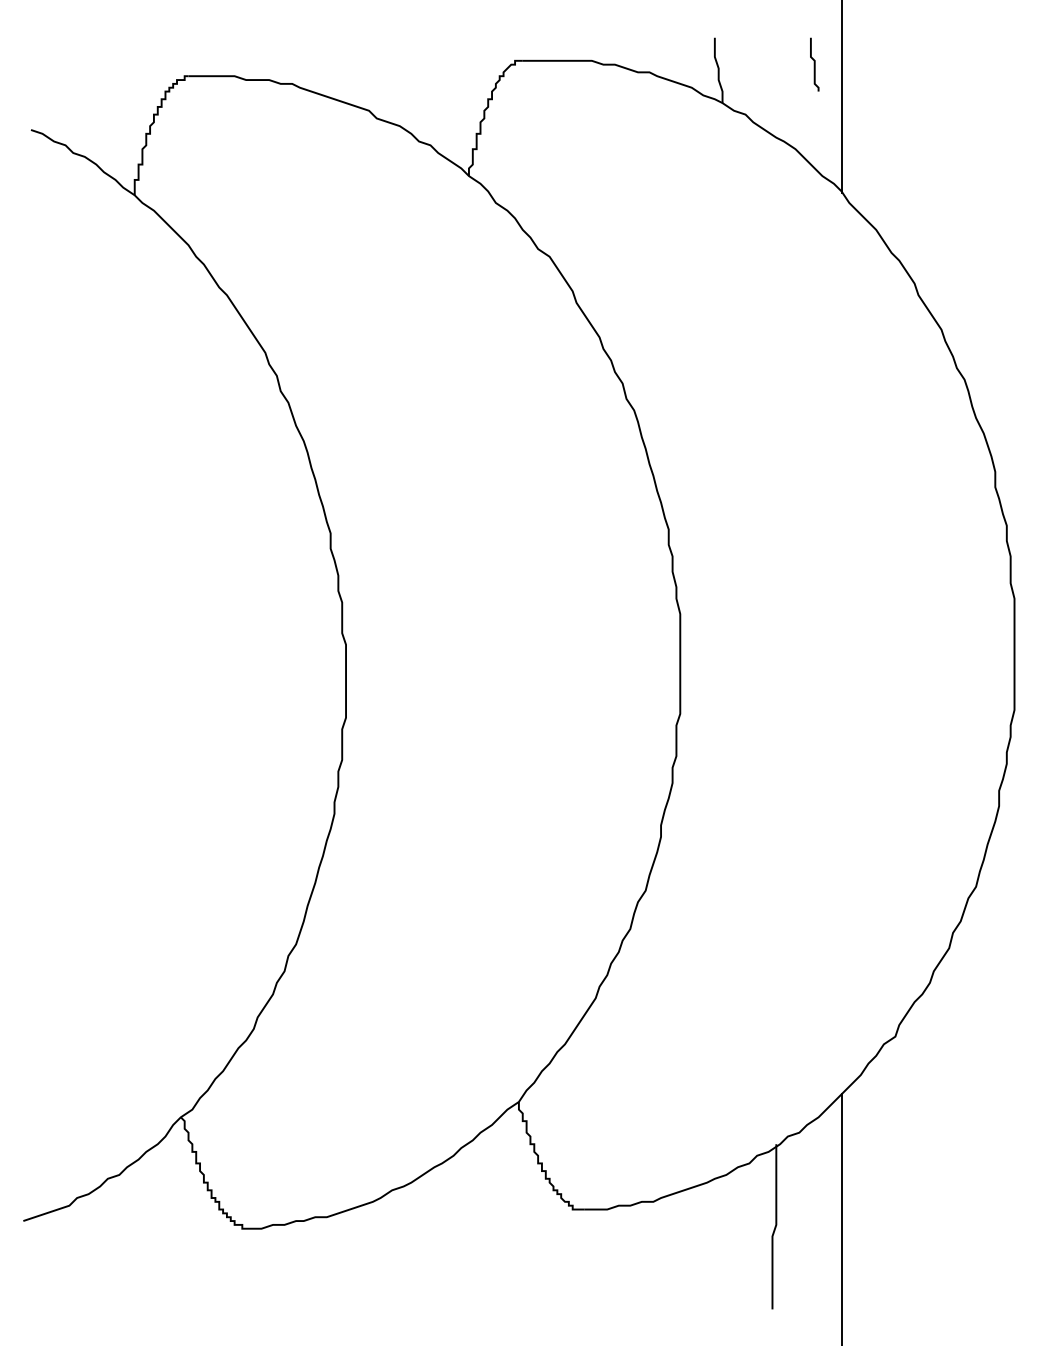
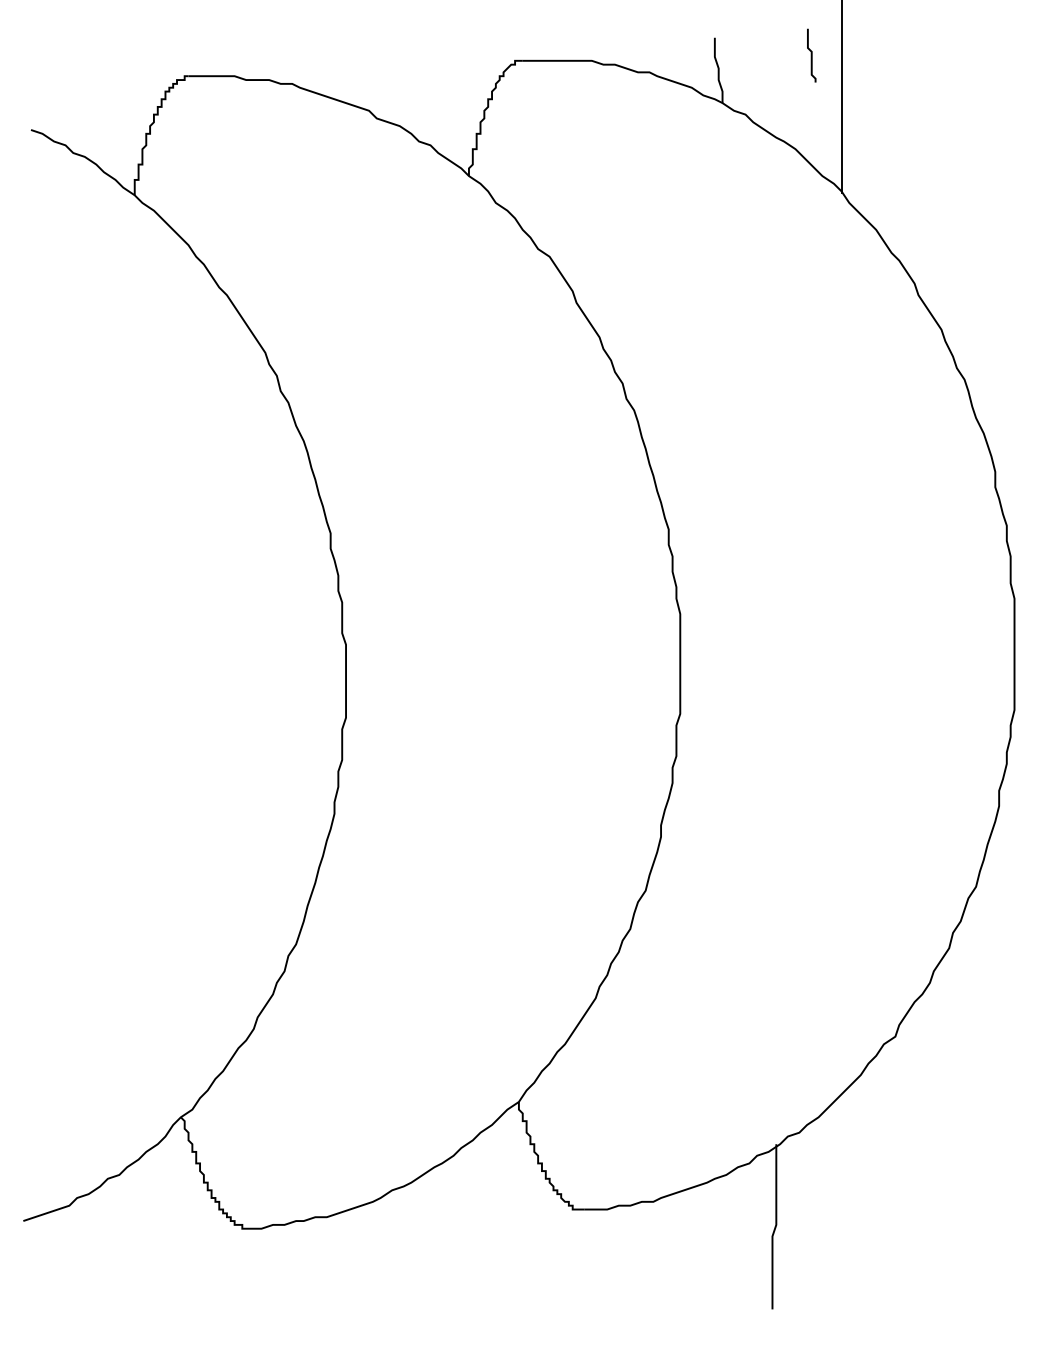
curve at (814, 64) position: (814, 64) -> (811, 55)
line at (841, 1217): present -> none
